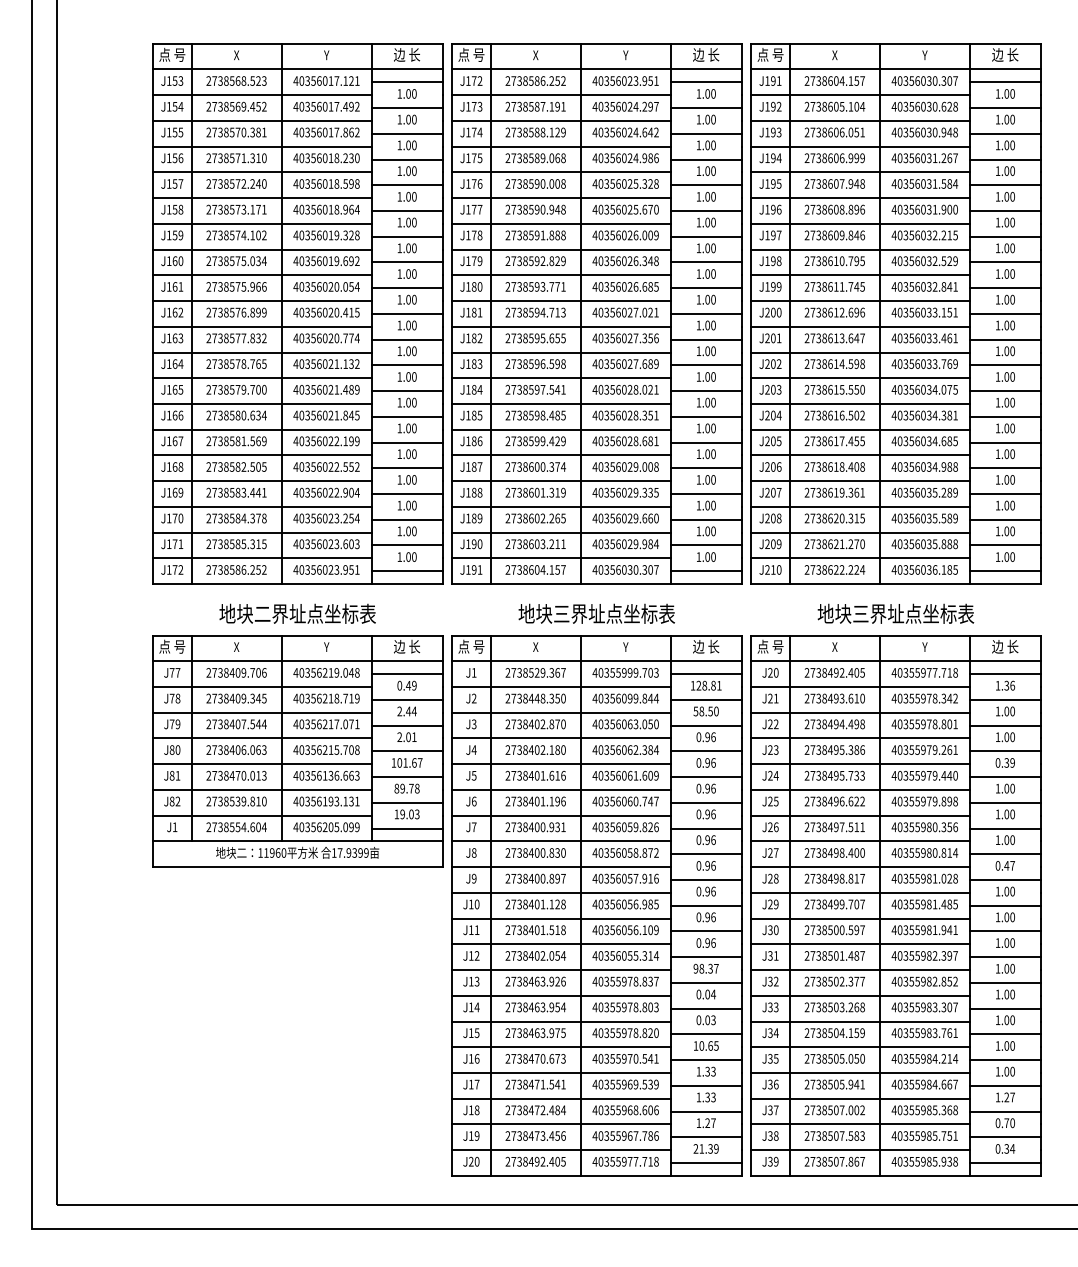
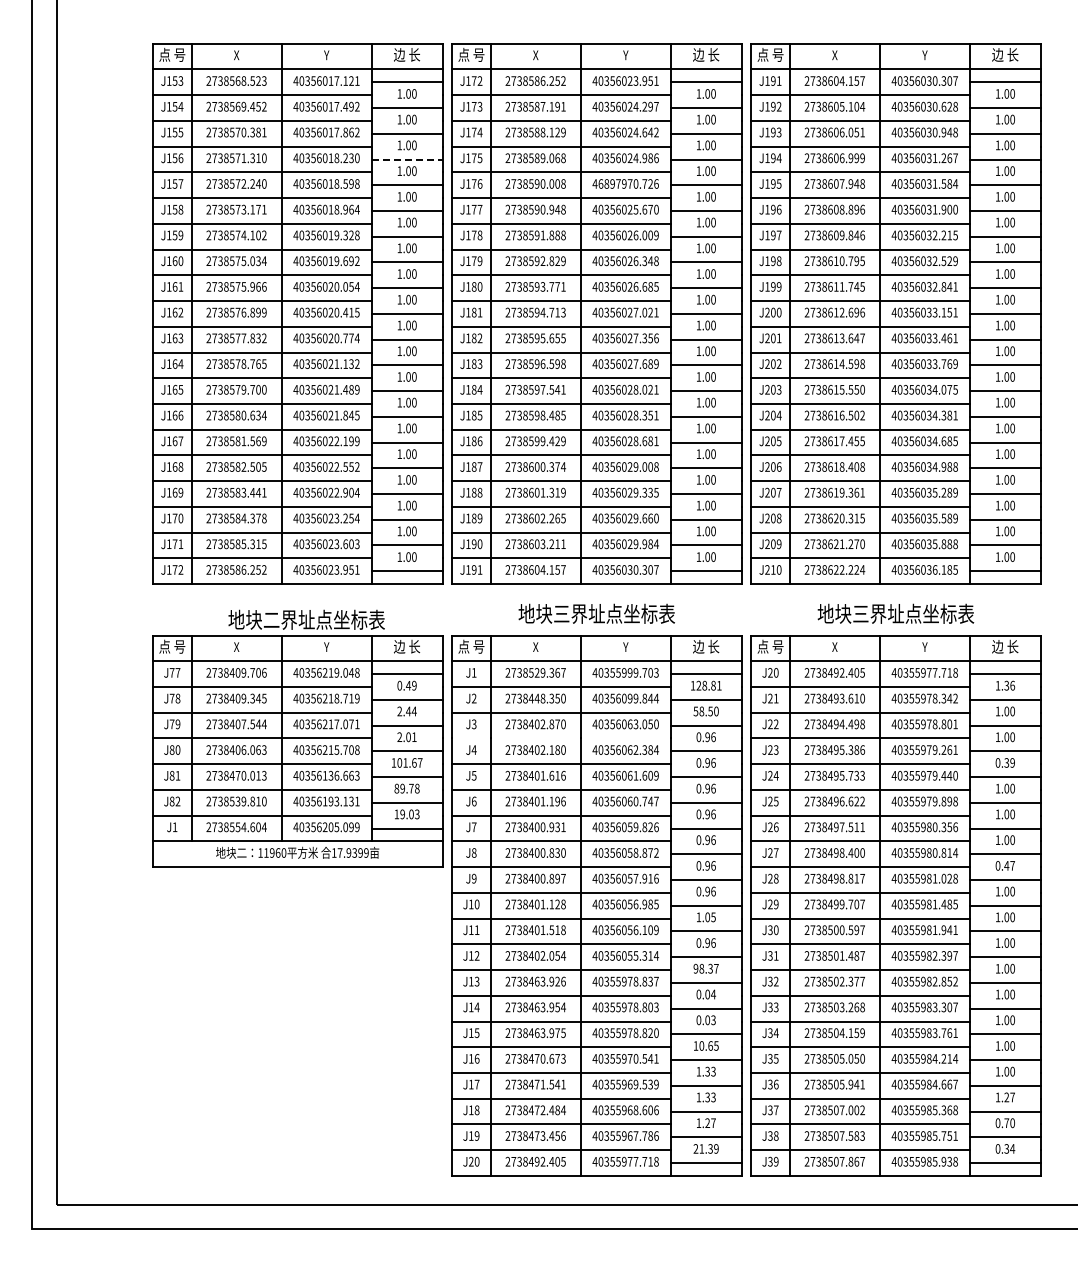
line at (407, 159): solid -> dashed
text at (628, 183): 40356025.328 -> 46897970.726
text at (297, 613) position: (297, 613) -> (306, 619)
line at (561, 738): present -> none
text at (705, 917): 0.96 -> 1.05
